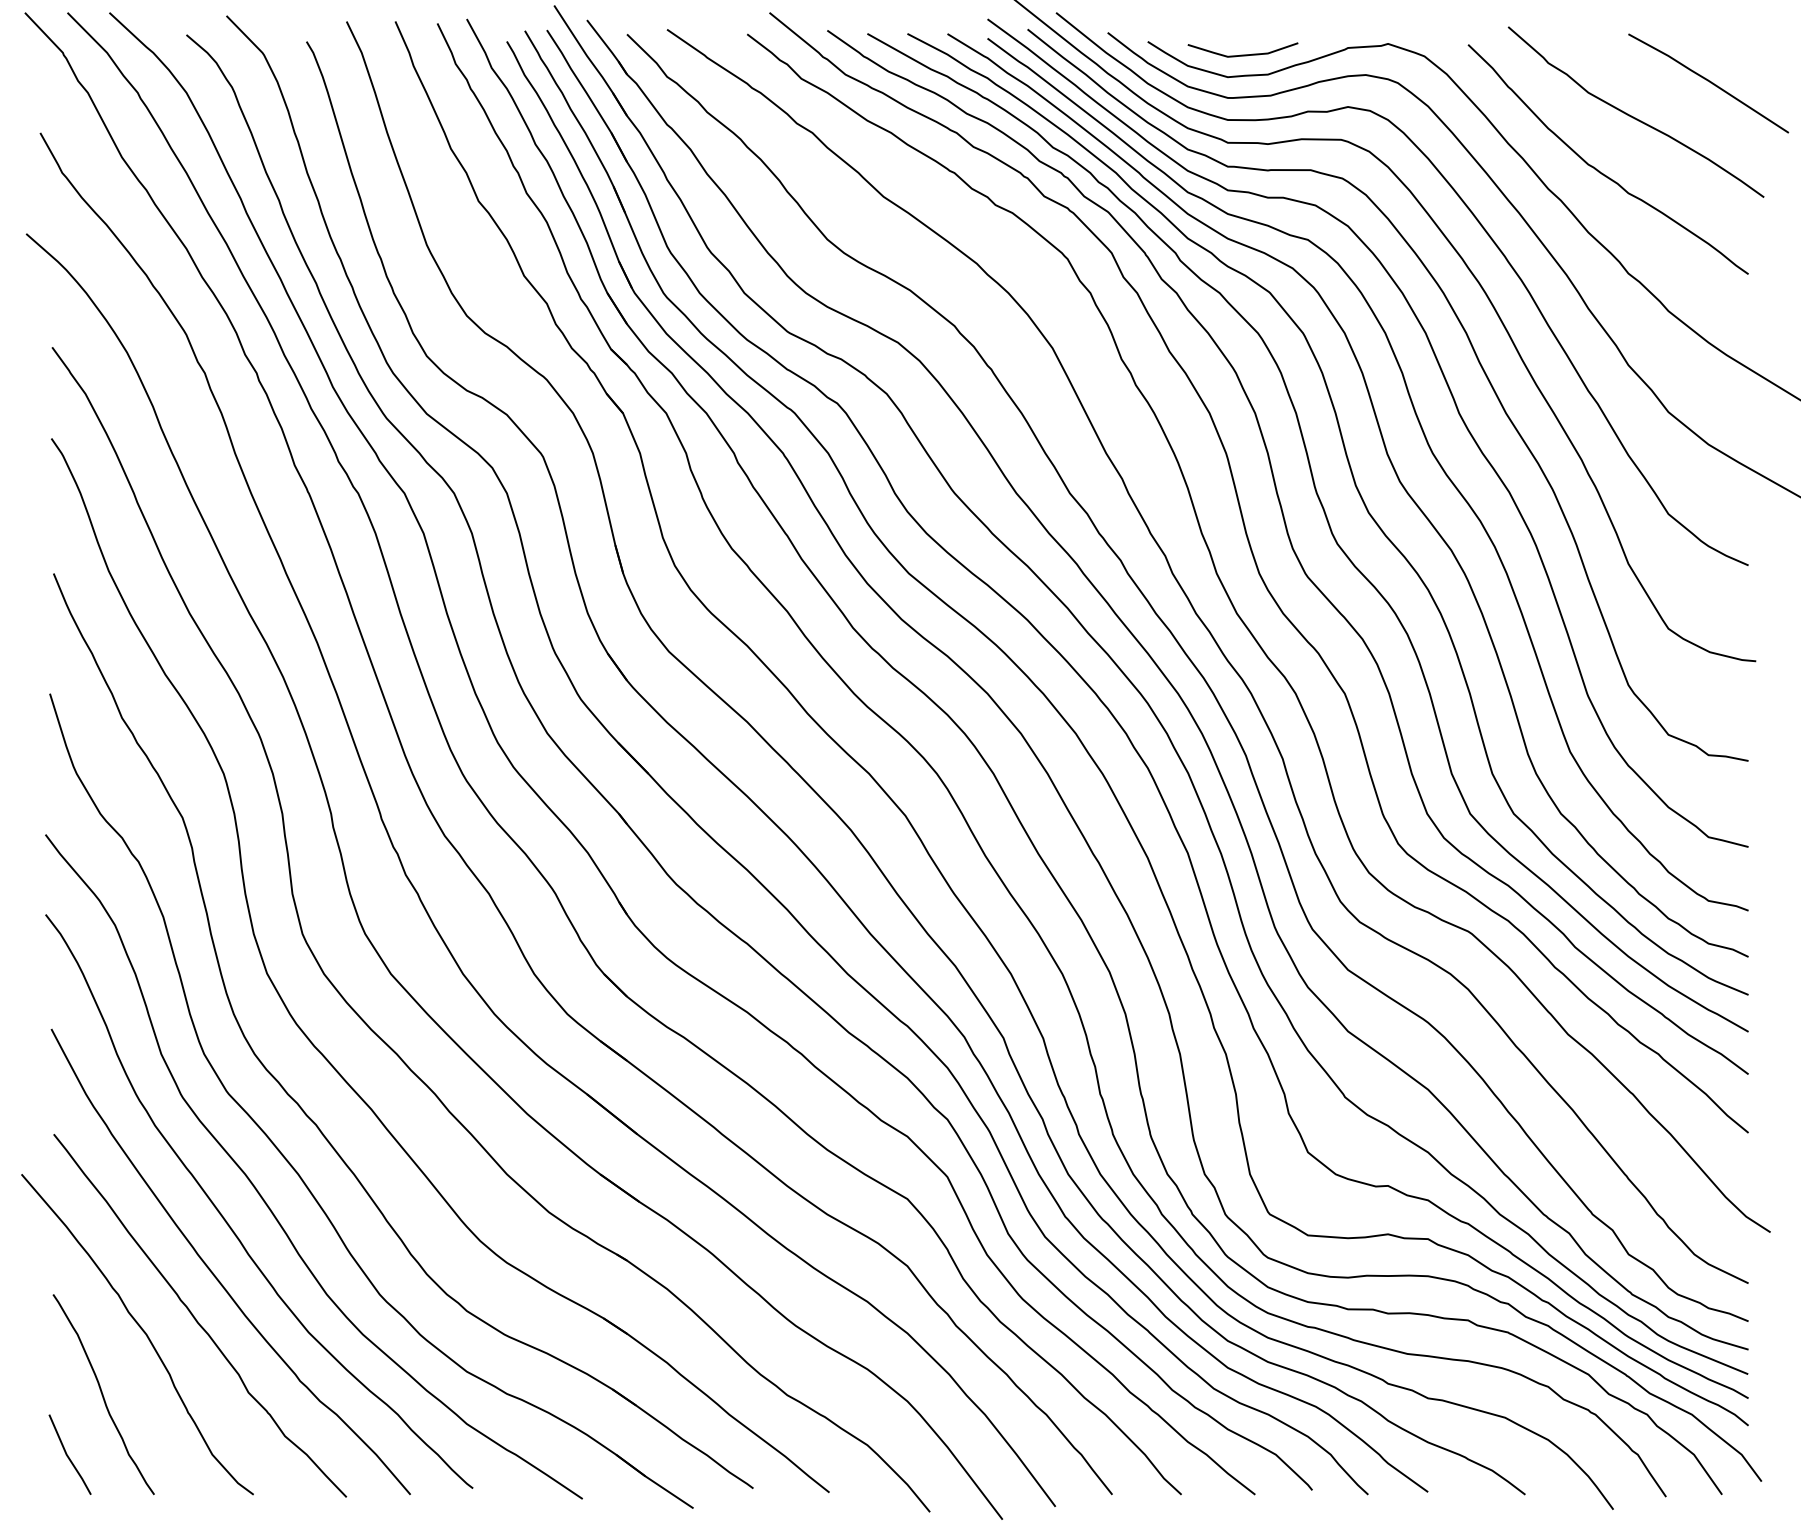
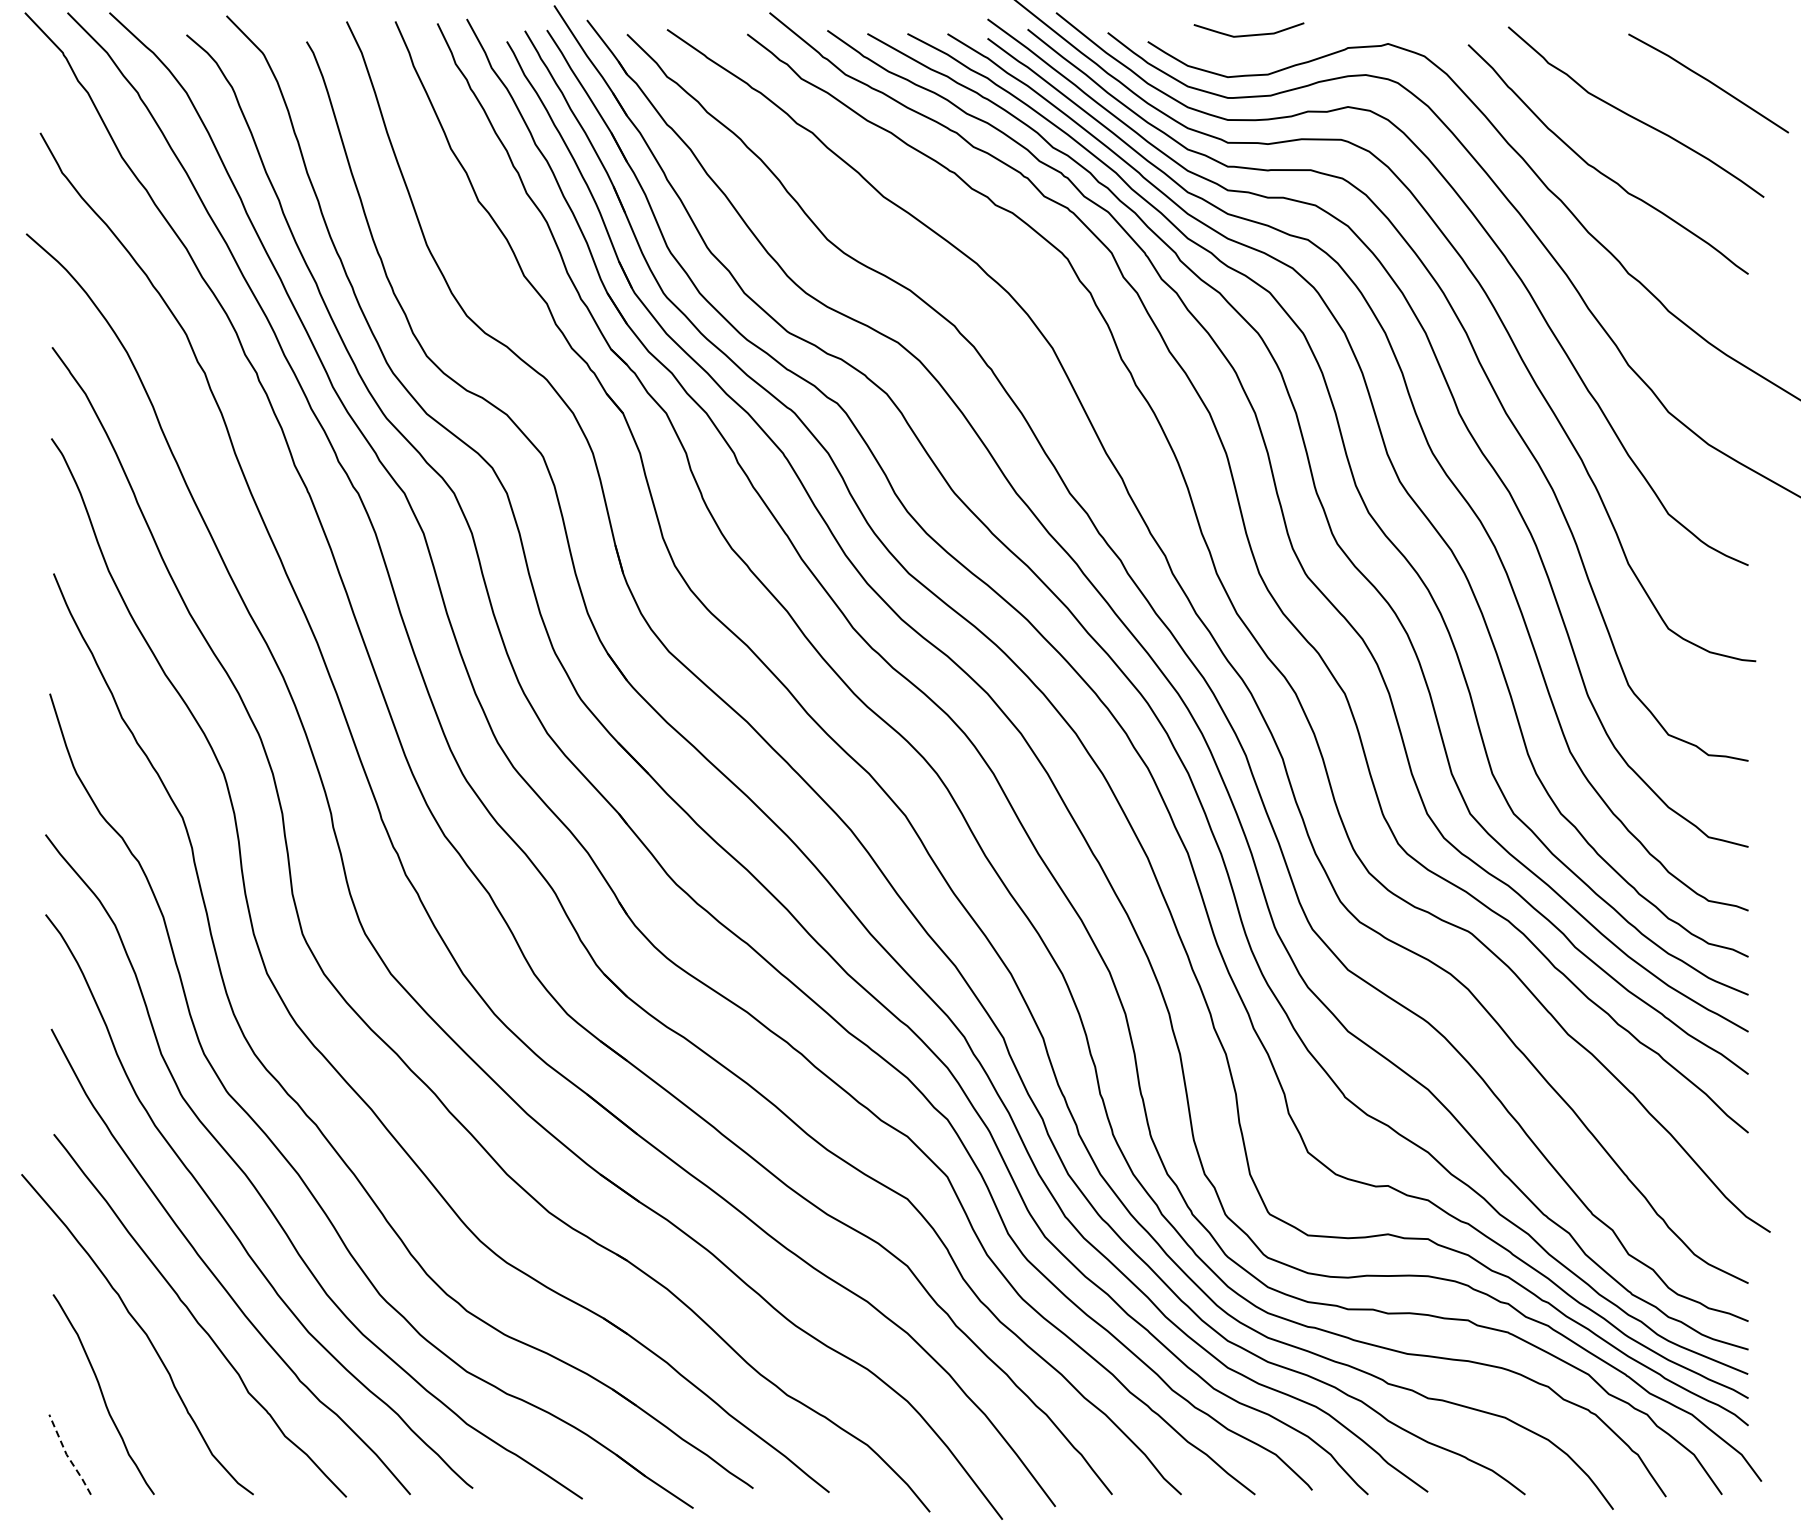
line at (1242, 54) position: (1242, 54) -> (1248, 34)
line at (67, 1456): solid -> dashed
